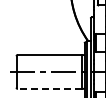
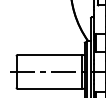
line at (49, 89): dashed -> solid
